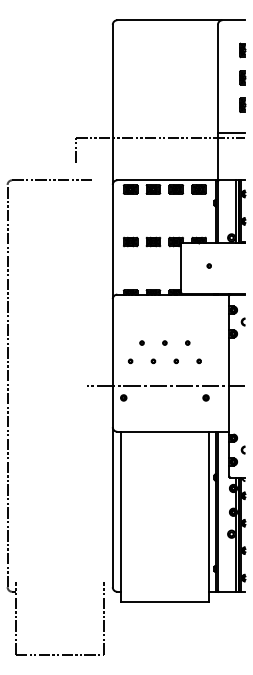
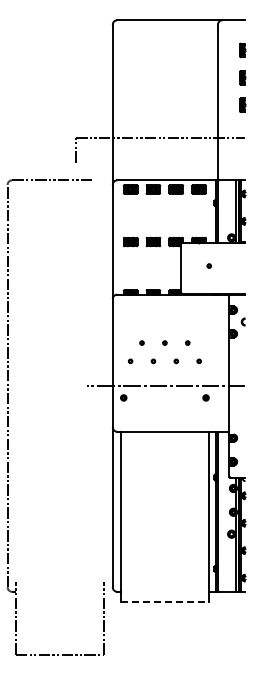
line at (231, 132): present -> none
part at (242, 449): present -> none
line at (164, 602): solid -> dashed
